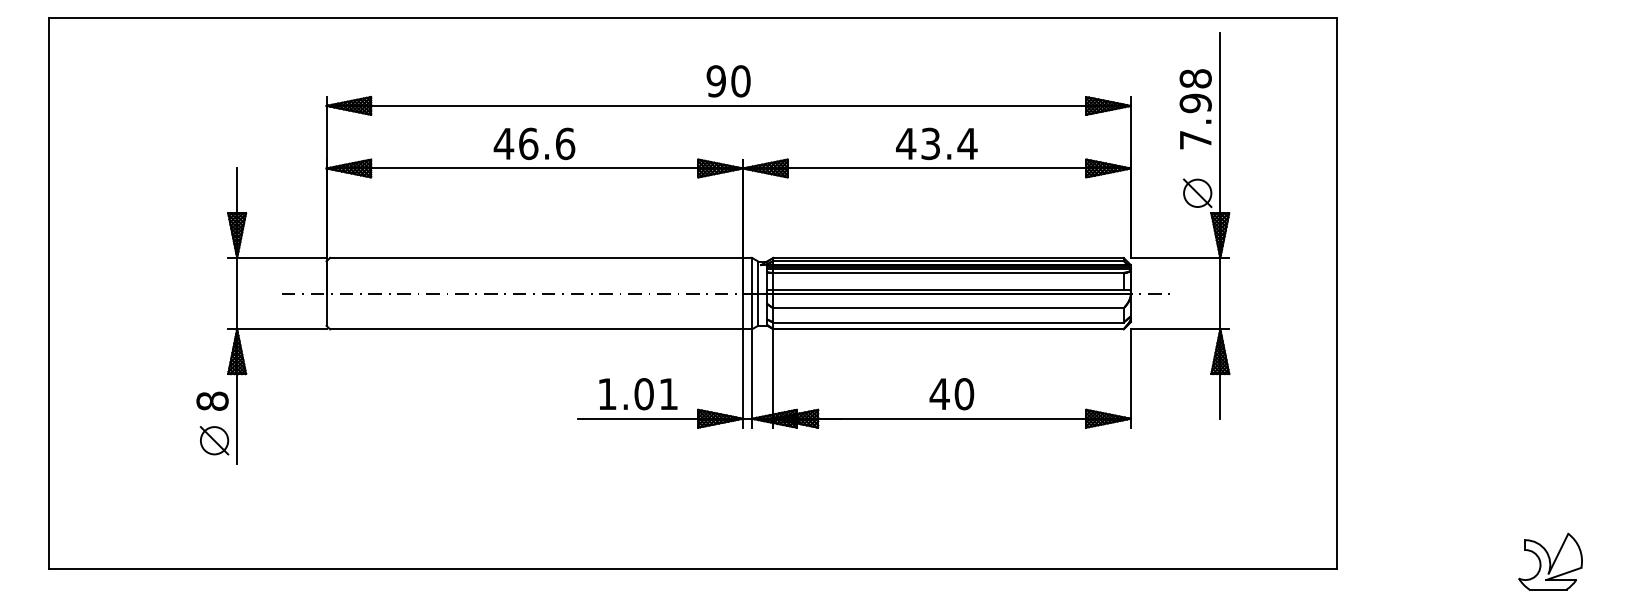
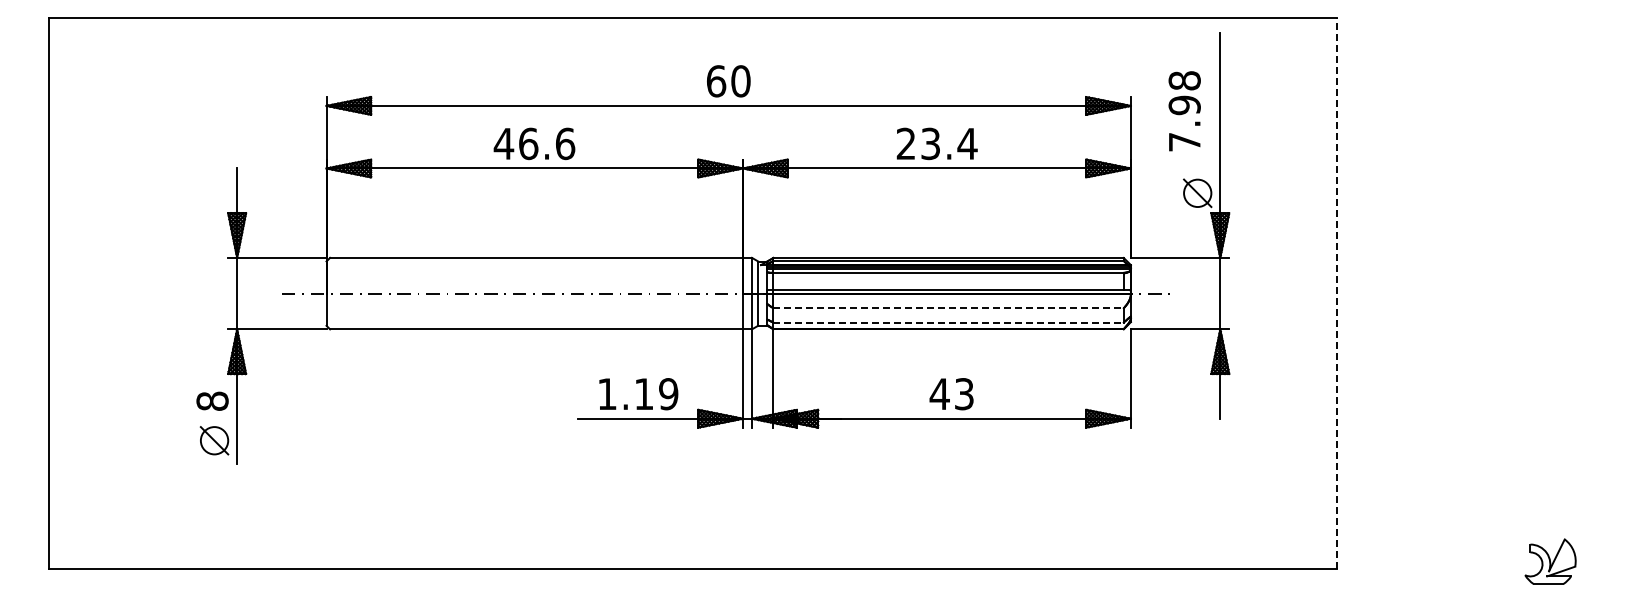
text at (716, 81): 90 -> 60
text at (1195, 109) position: (1195, 109) -> (1184, 111)
text at (906, 143): 43.4 -> 23.4
line at (1336, 293): solid -> dashed
line at (949, 308): solid -> dashed
line at (949, 322): solid -> dashed
text at (656, 394): 1.01 -> 1.19
text at (964, 394): 40 -> 43
part at (1550, 561) size: 65x58 px -> 53x47 px
